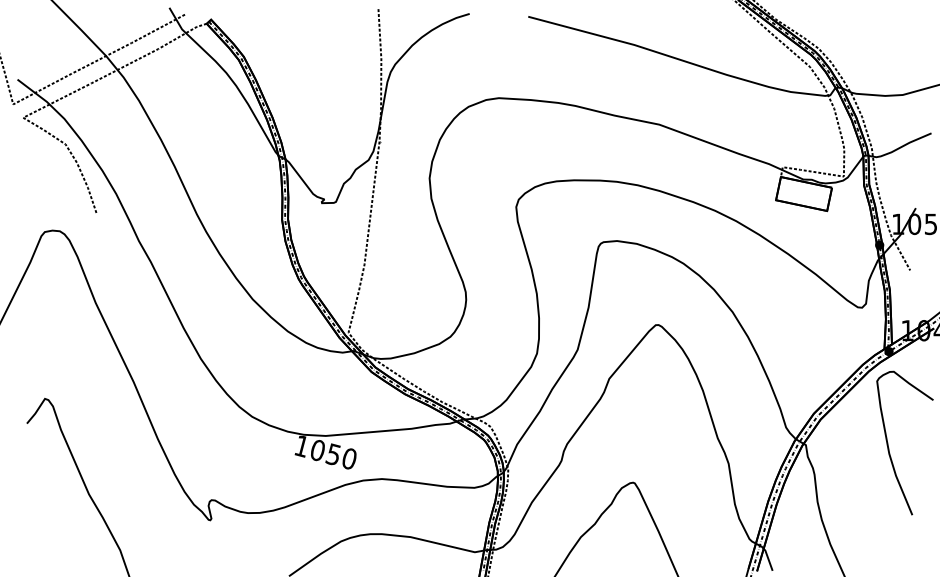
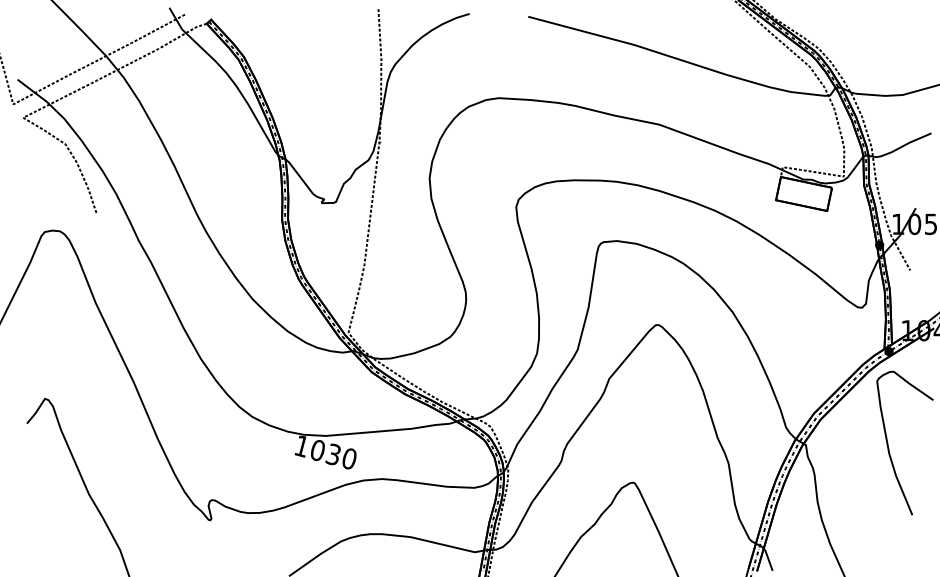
text at (334, 454): 1050 -> 1030
